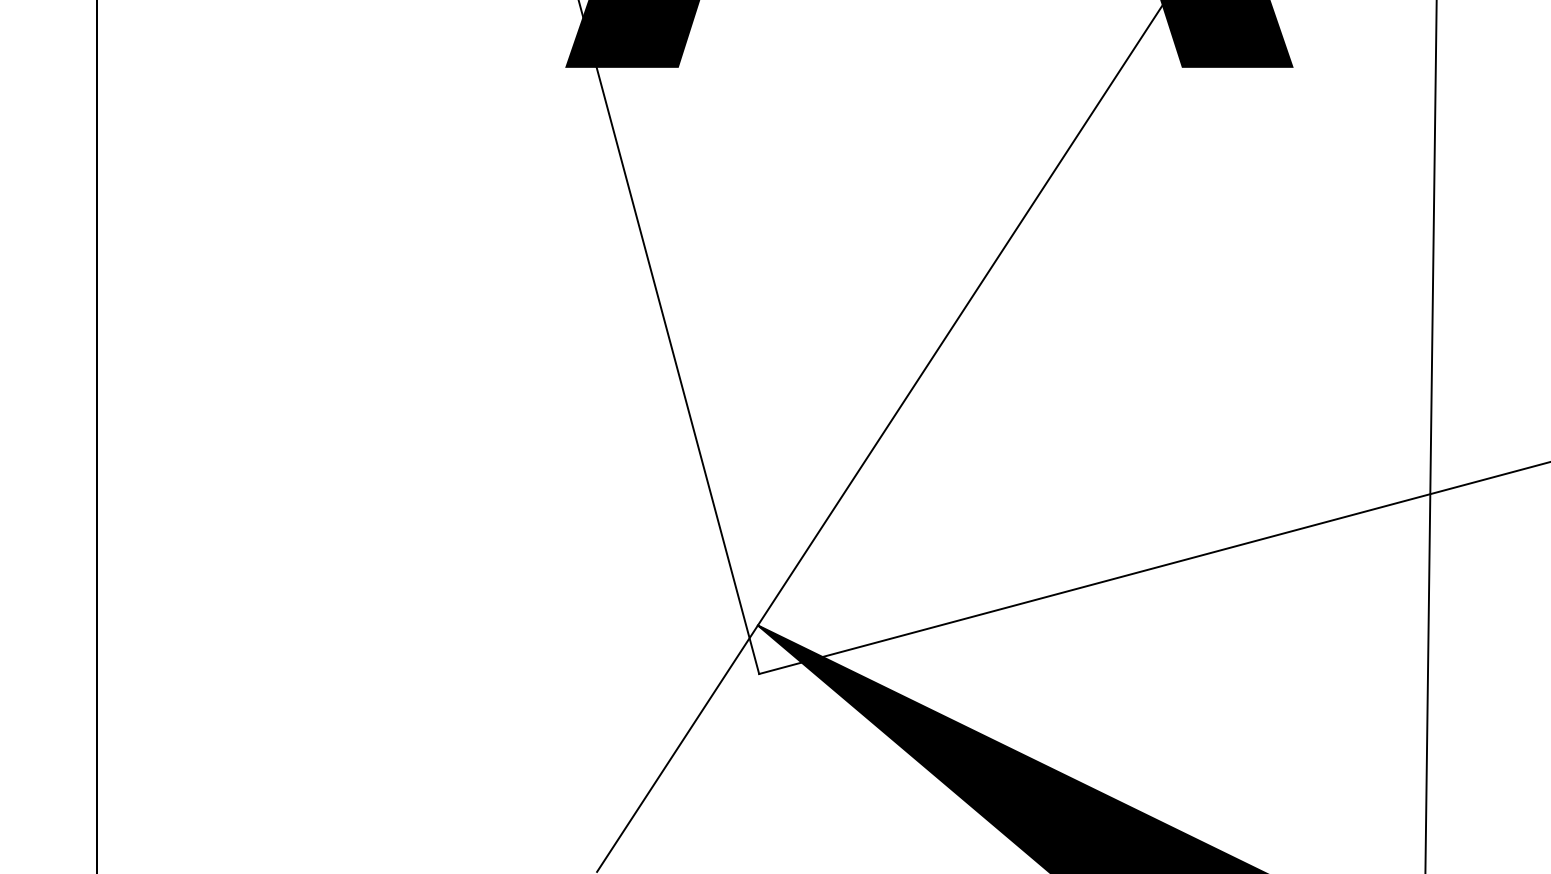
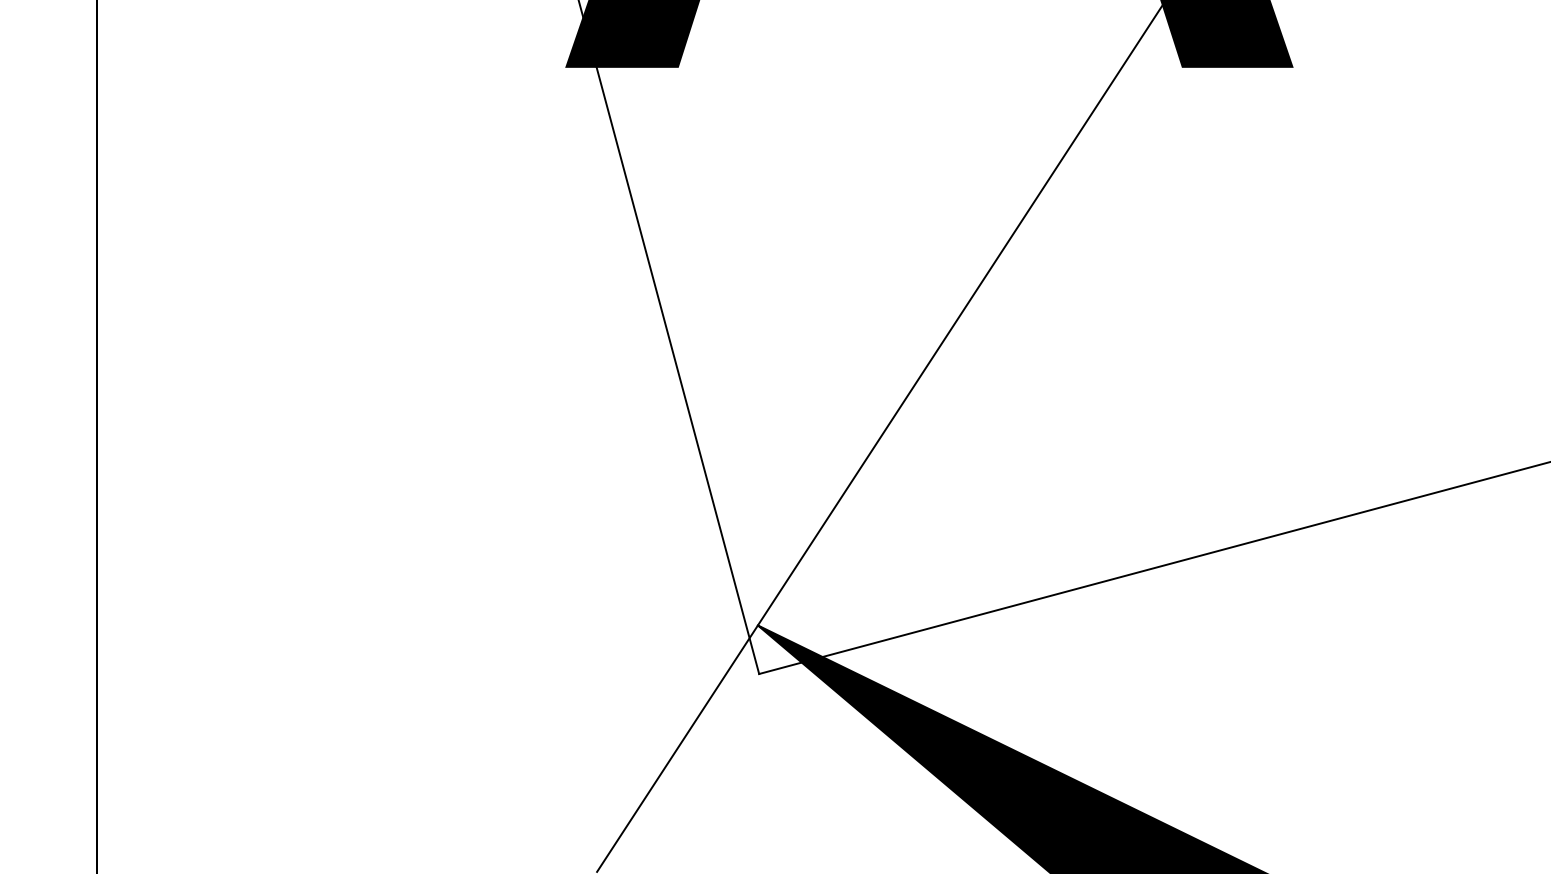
line at (1430, 436): present -> none
